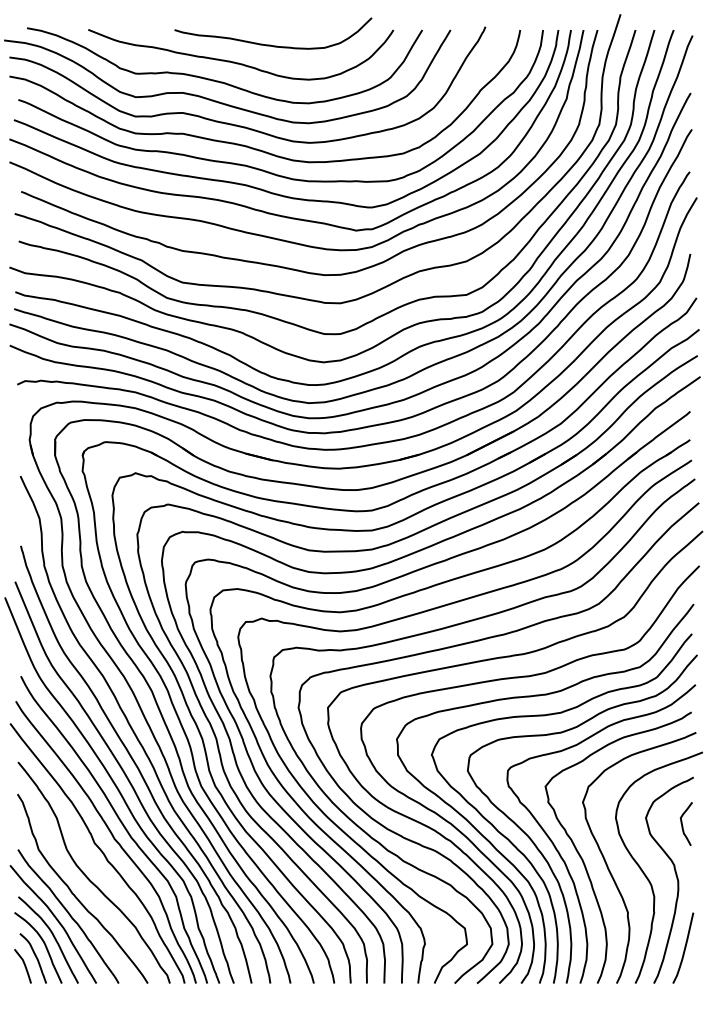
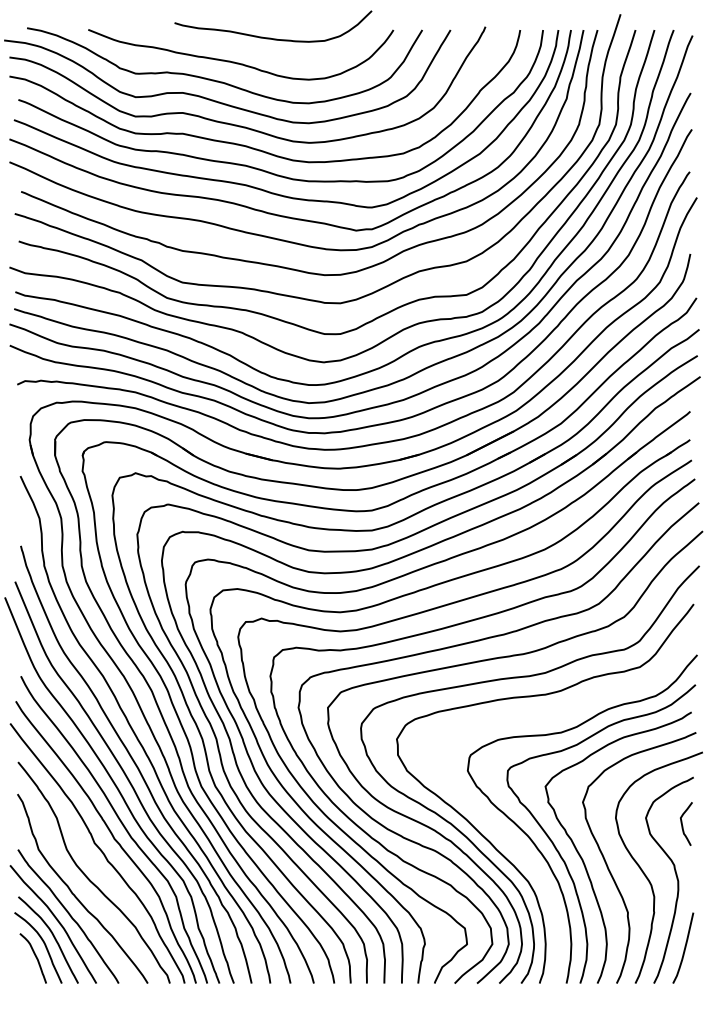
curve at (270, 44) position: (270, 44) -> (270, 37)
curve at (519, 849): present -> none
line at (24, 966): present -> none
